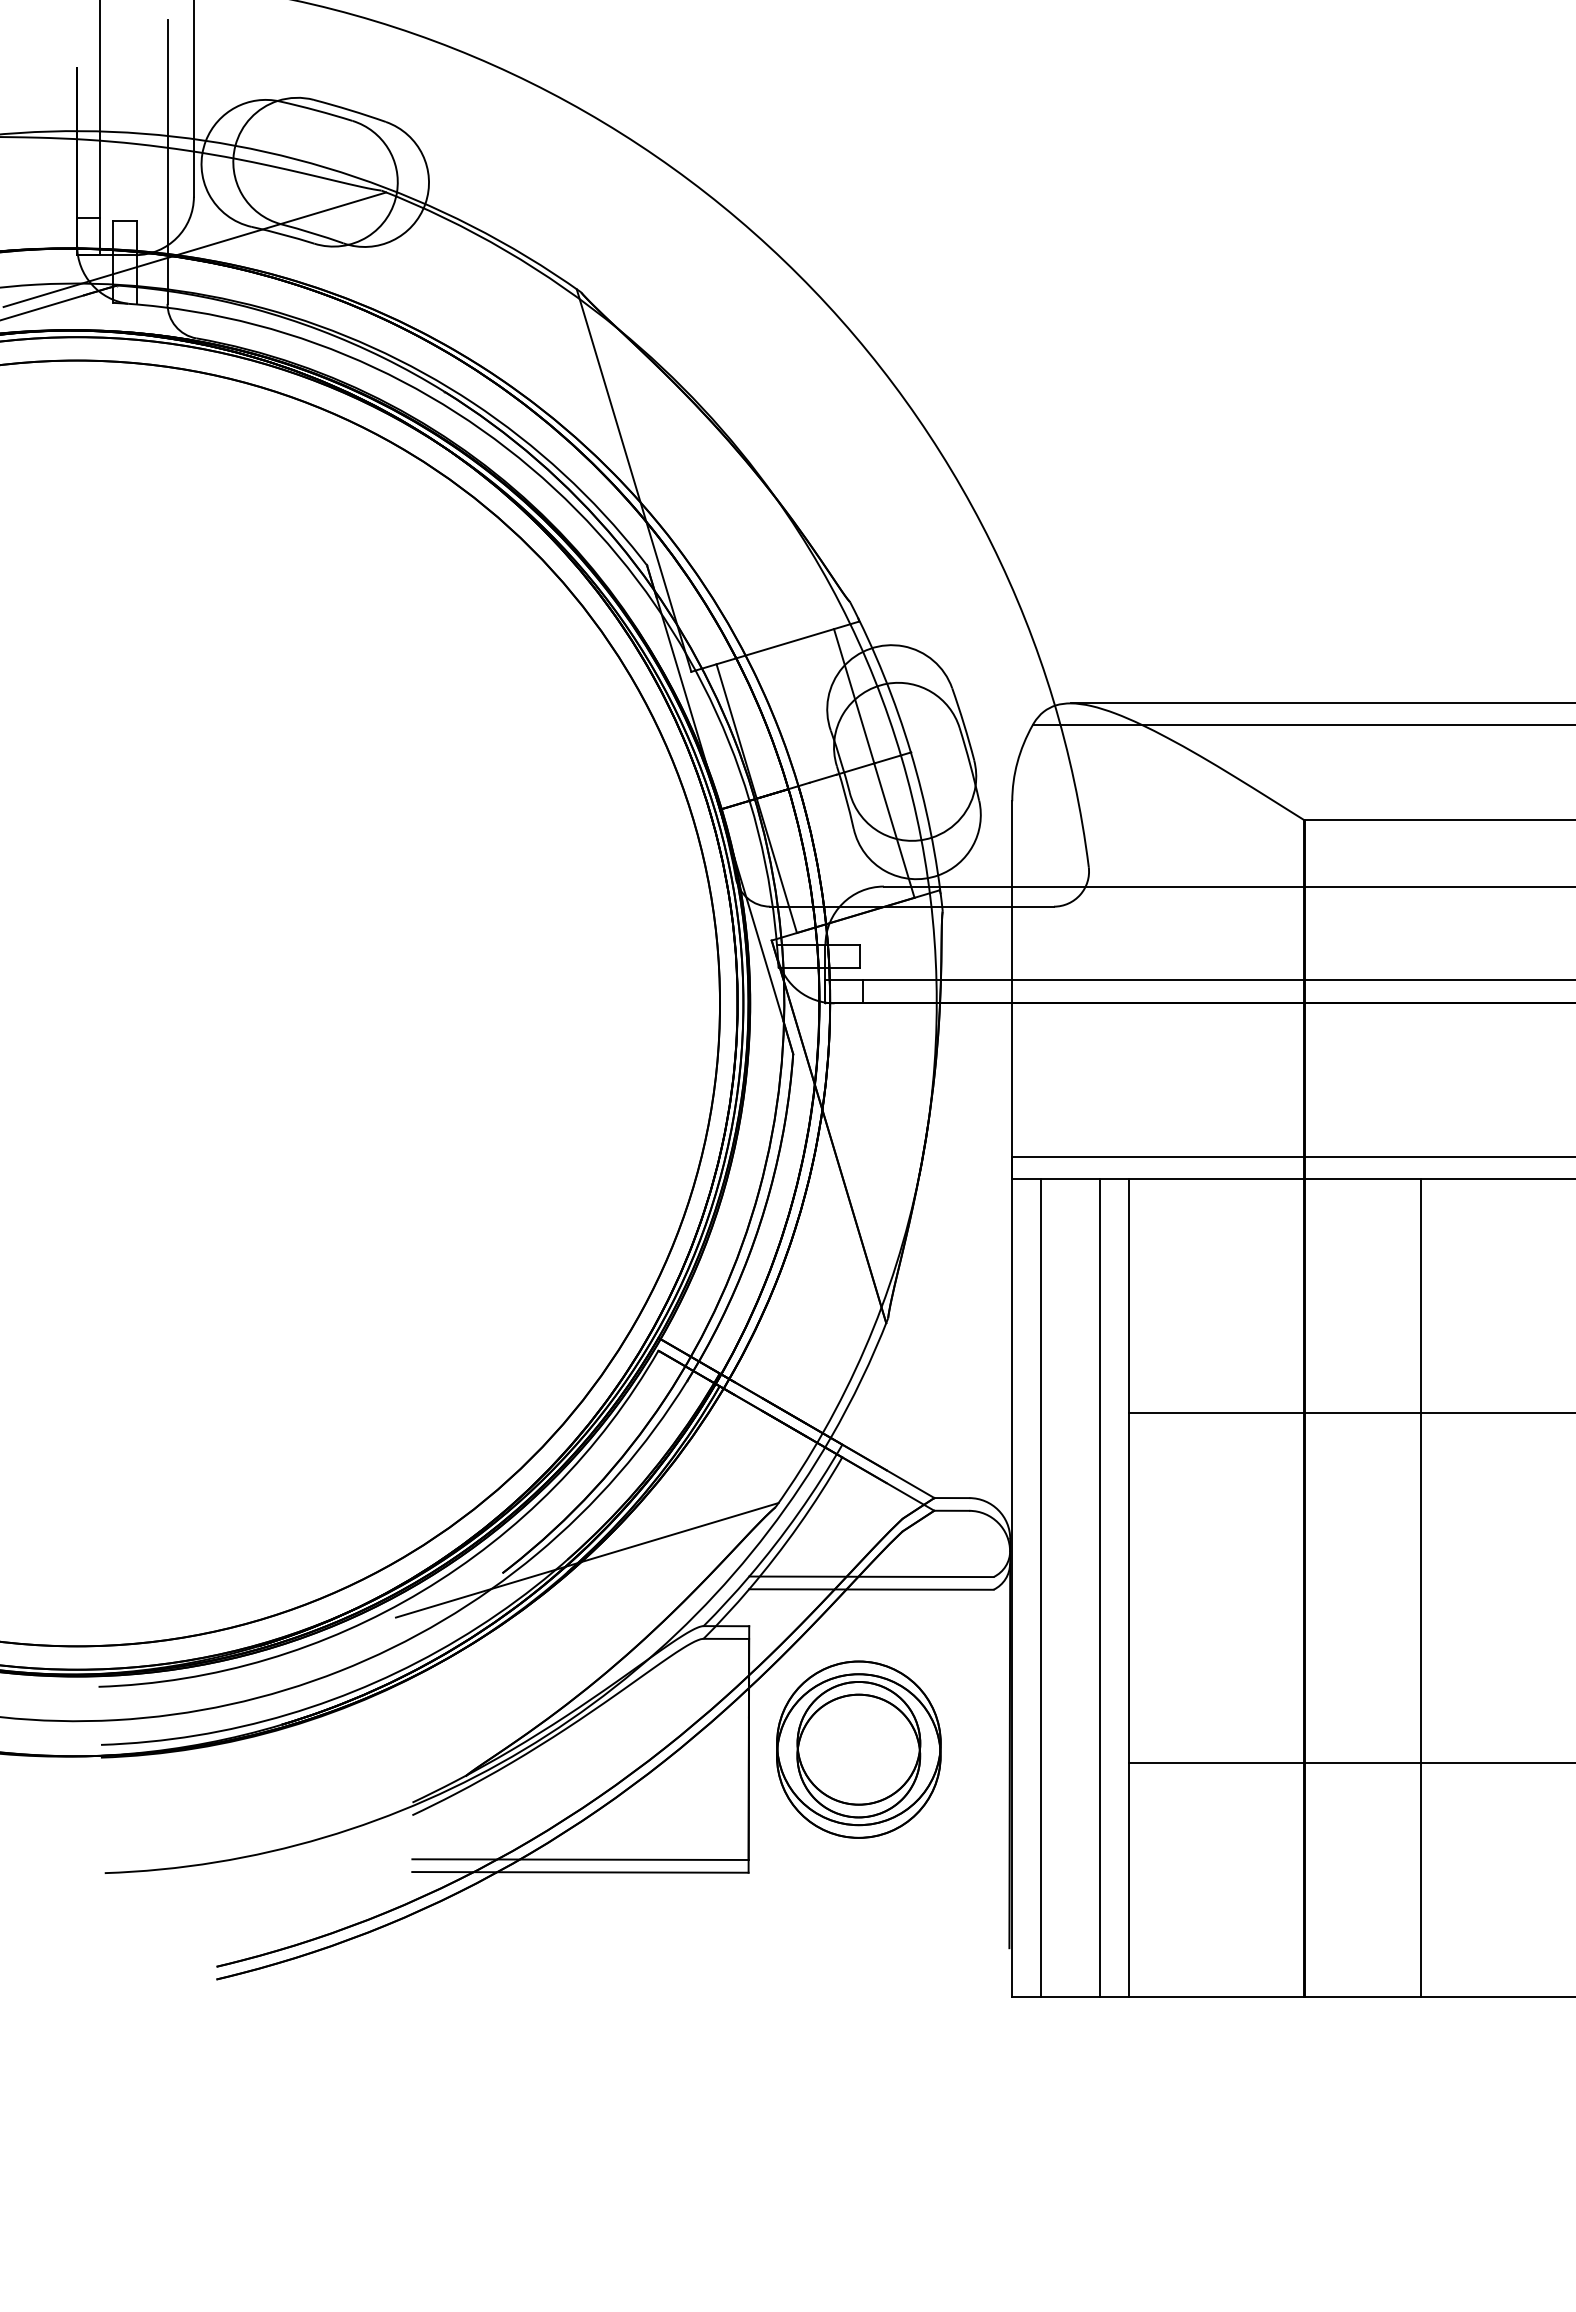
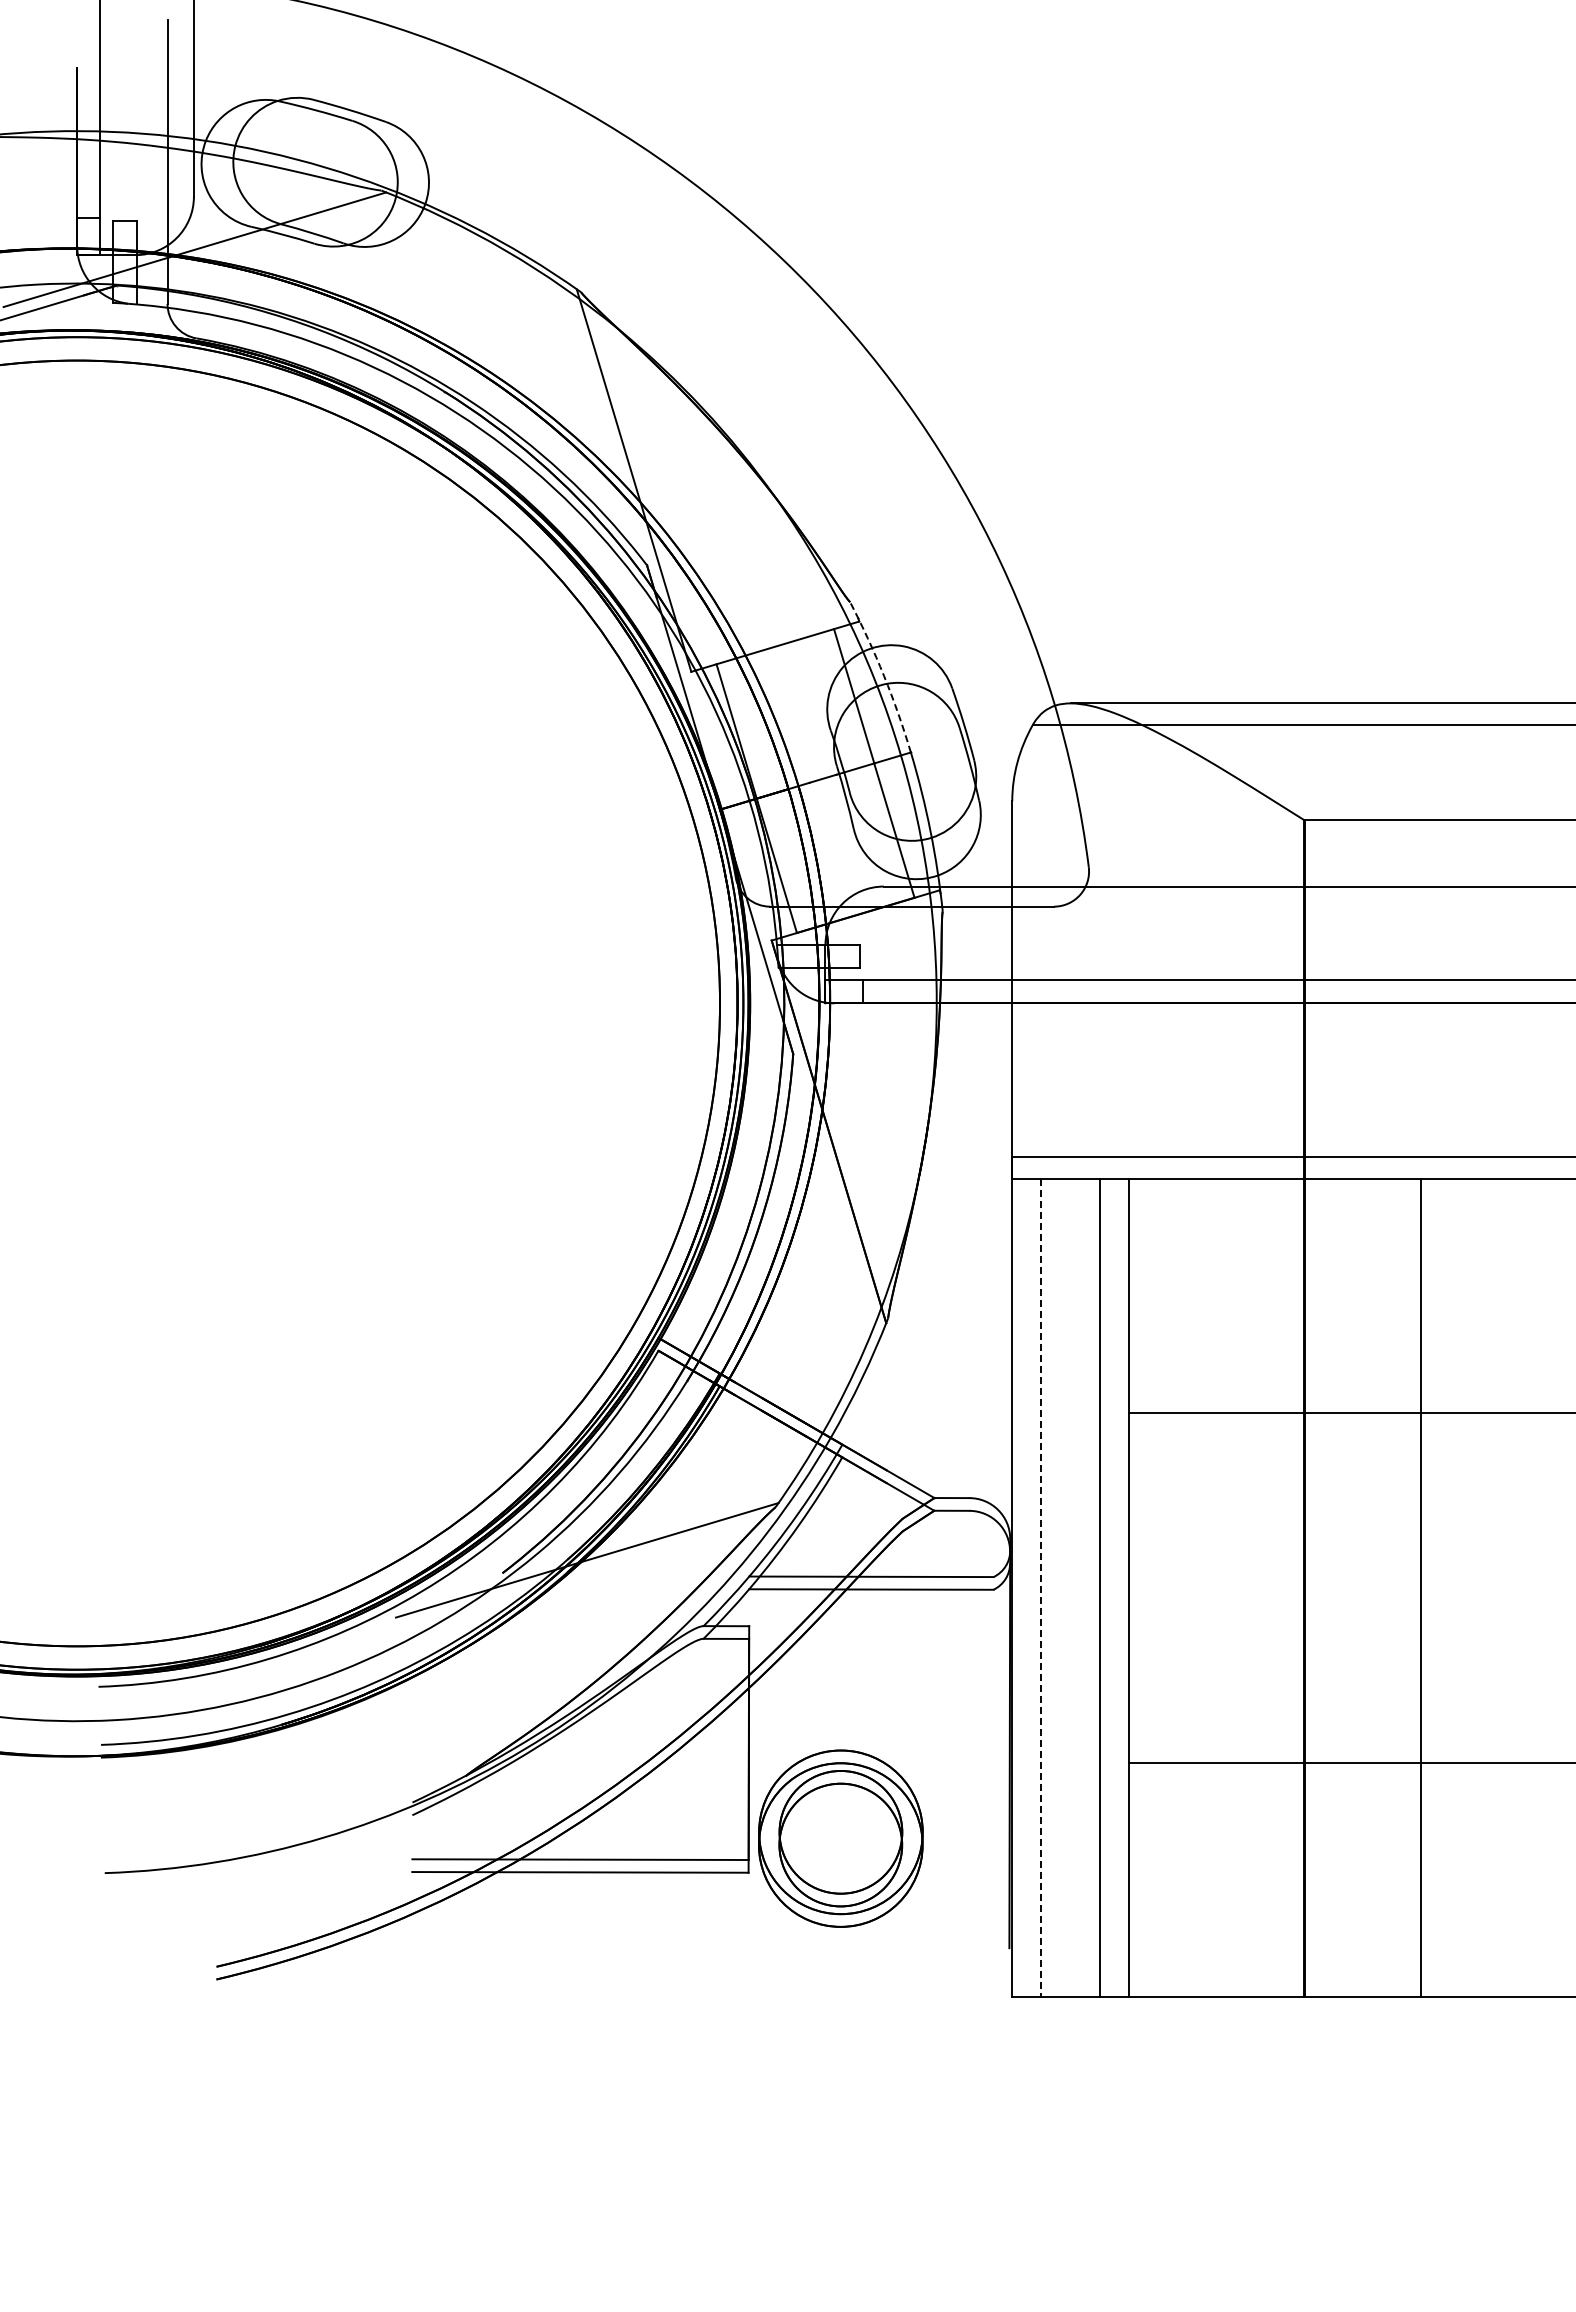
arc at (884, 675): solid -> dashed
line at (1041, 1588): solid -> dashed
part at (858, 1749) position: (858, 1749) -> (840, 1838)
